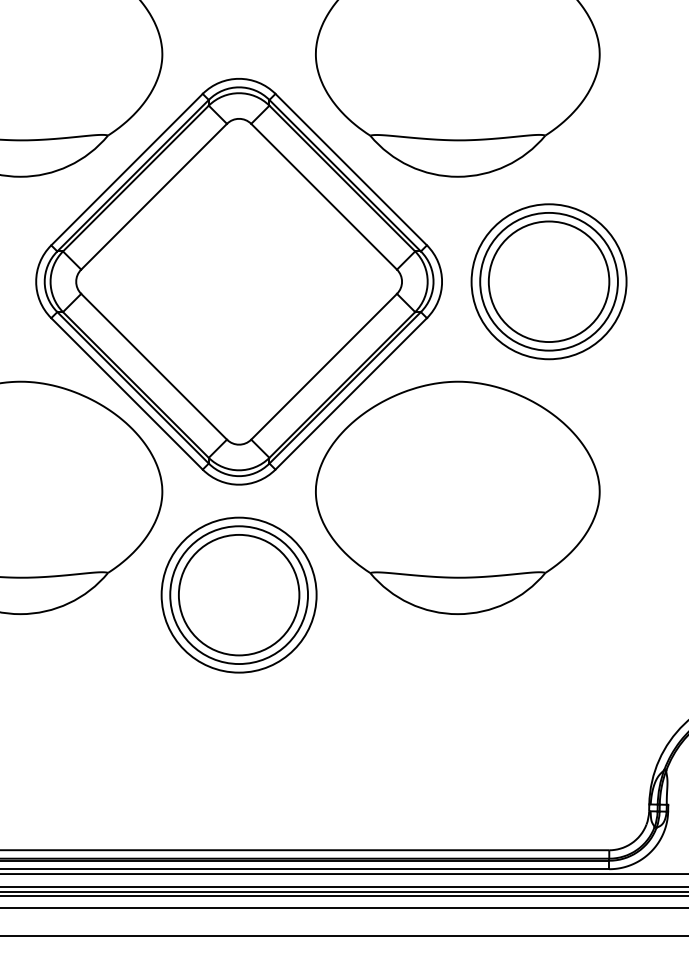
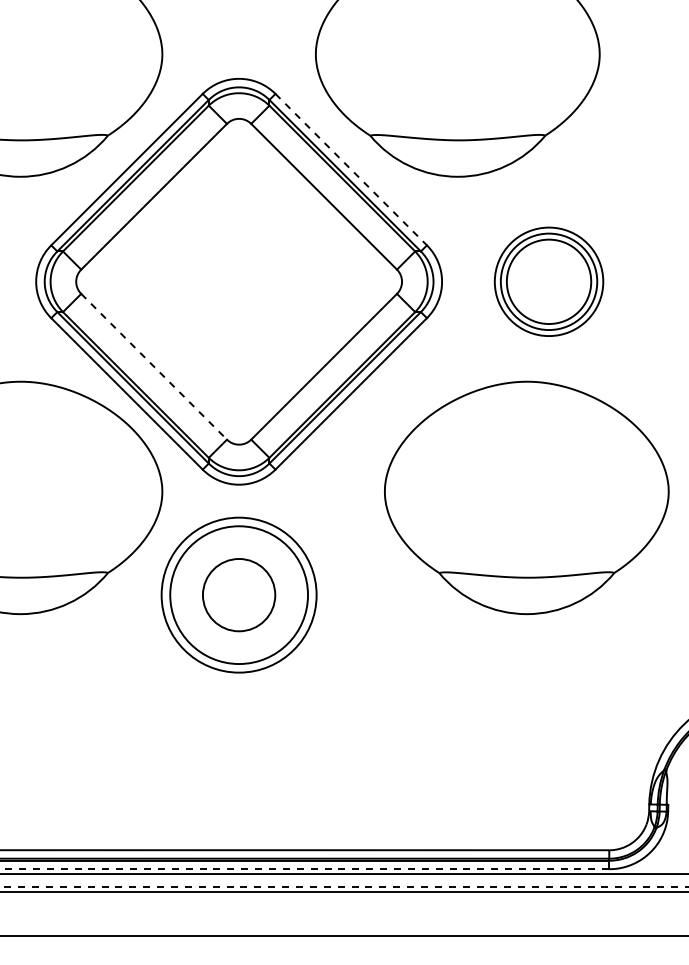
line at (351, 170): solid -> dashed
part at (548, 281) size: 158x158 px -> 112x111 px
line at (154, 367): solid -> dashed
part at (457, 497) position: (457, 497) -> (526, 497)
circle at (238, 594) diameter: 121 px -> 72 px
line at (304, 869): solid -> dashed
line at (344, 887): solid -> dashed
line at (343, 896): present -> none
line at (343, 907): present -> none
